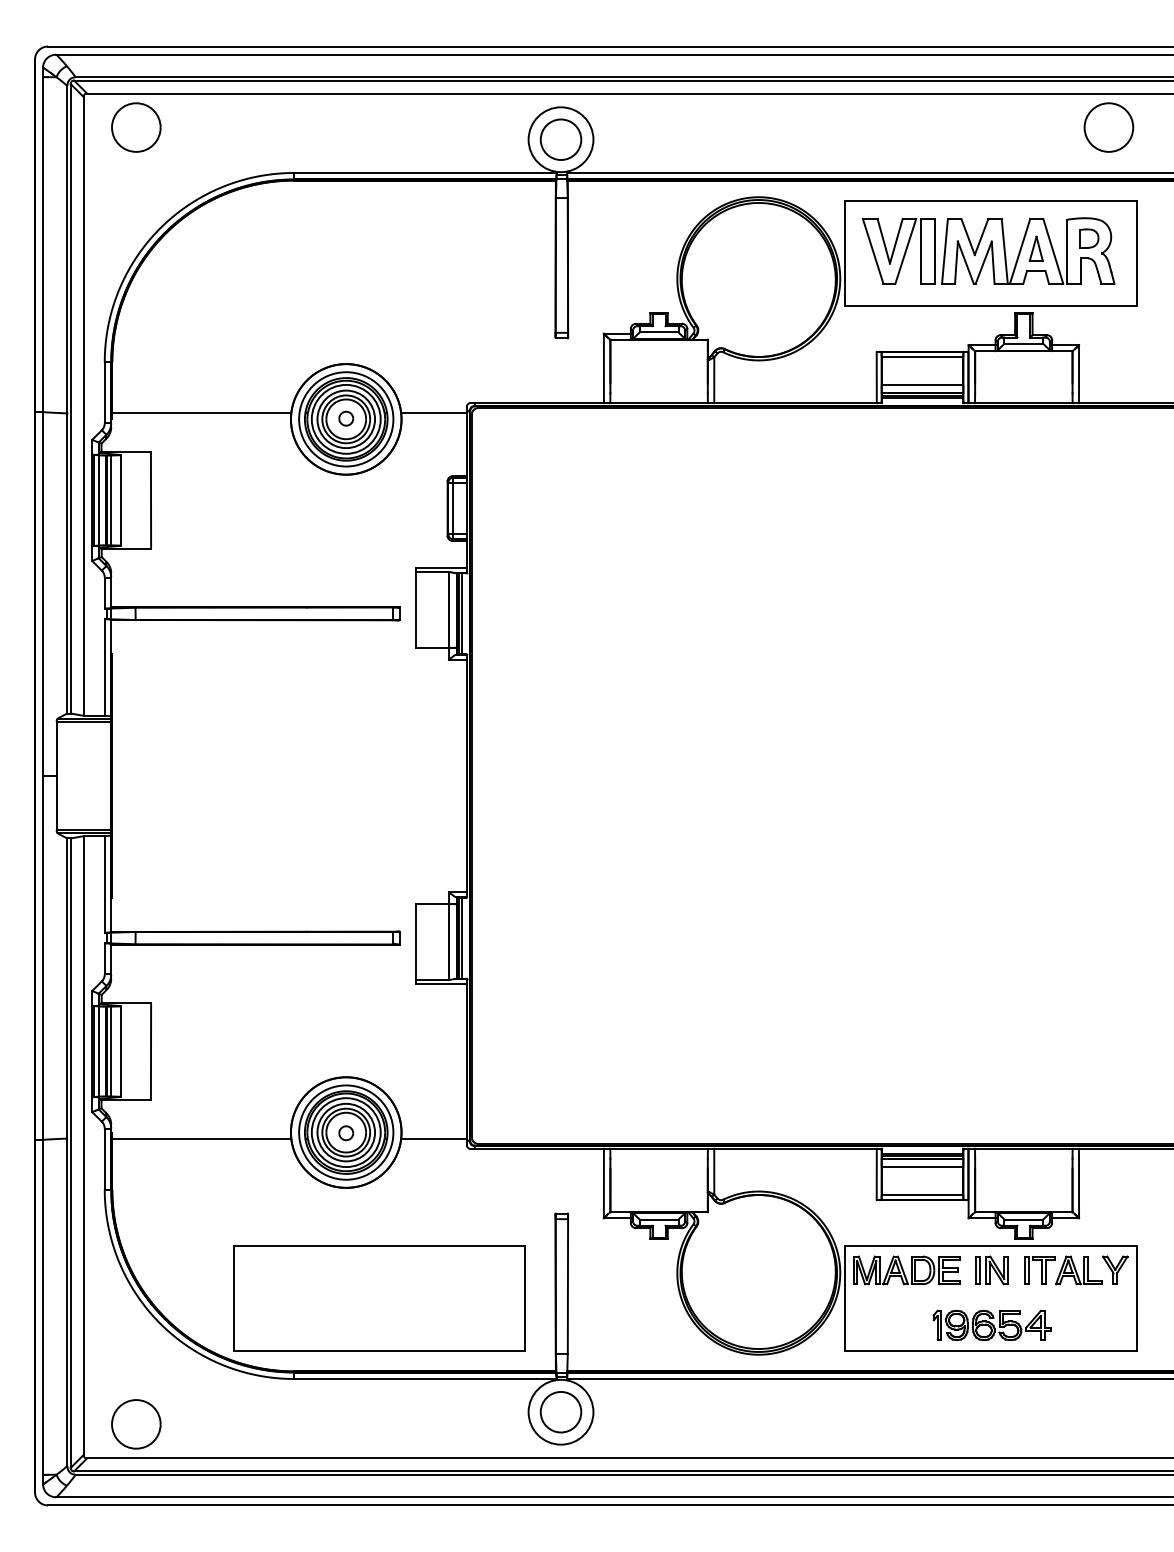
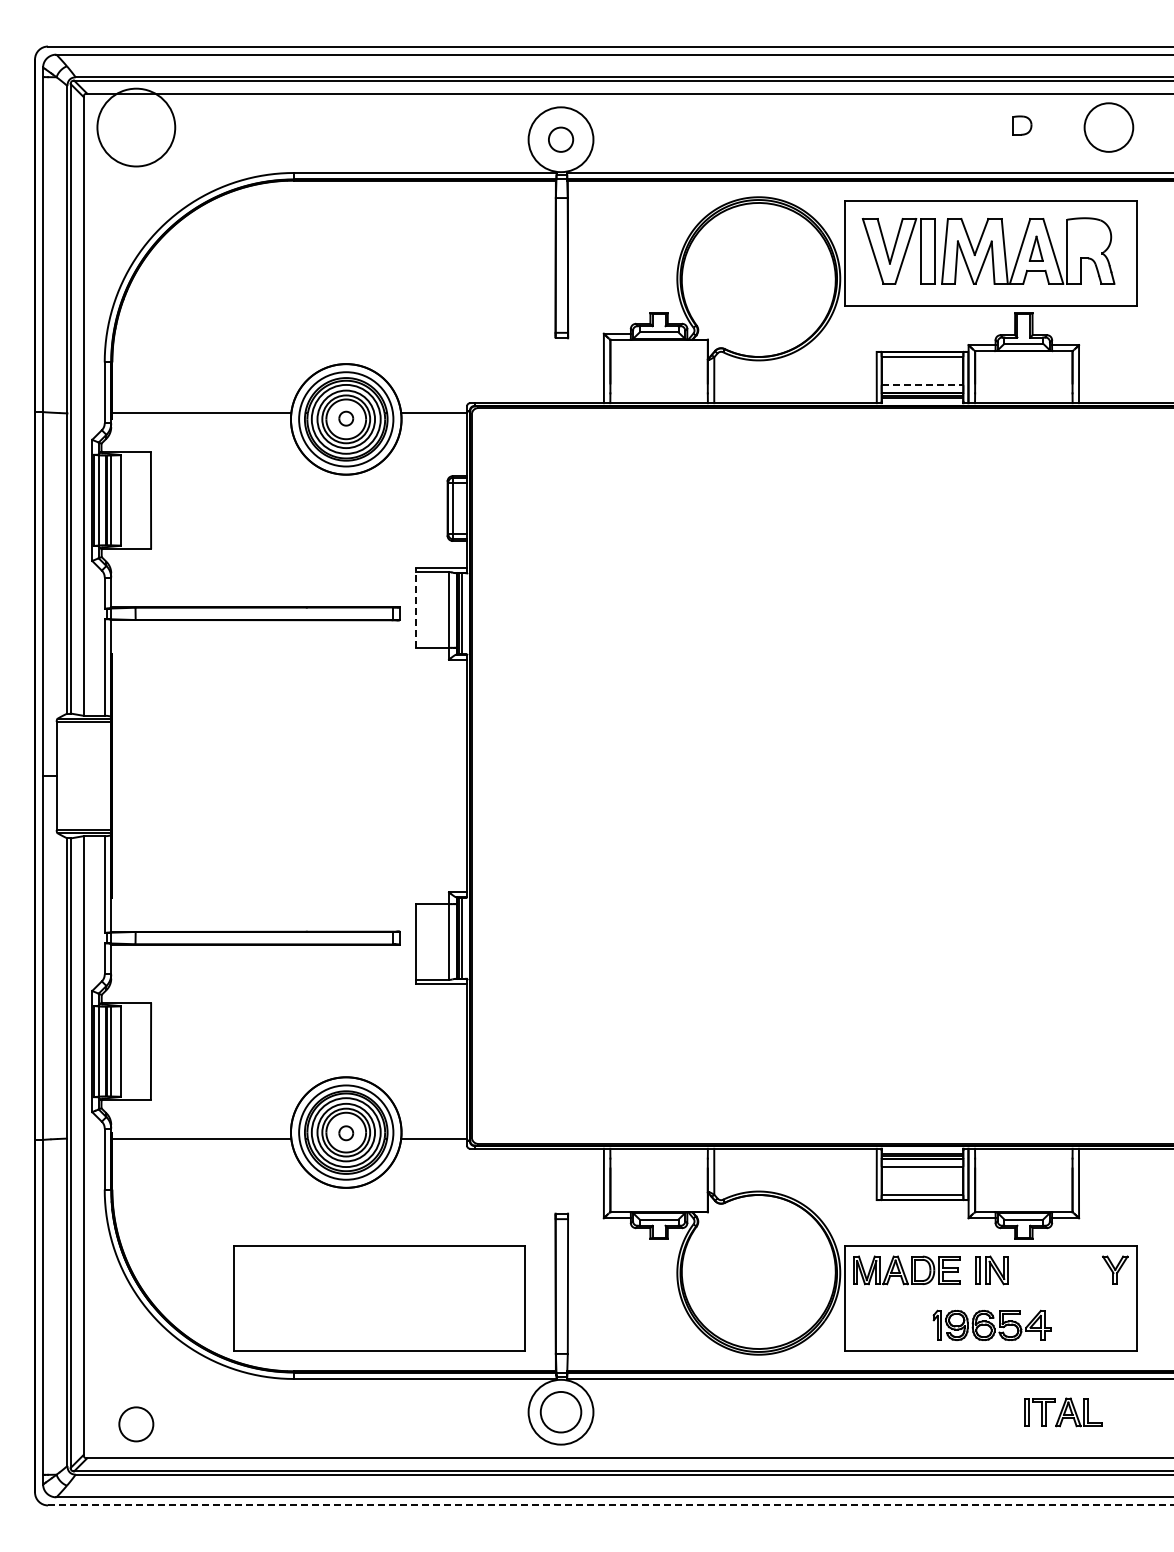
circle at (136, 127) diameter: 49 px -> 78 px
circle at (560, 139) diameter: 41 px -> 24 px
part at (1089, 238) position: (1089, 238) -> (1022, 125)
line at (922, 385): solid -> dashed
line at (415, 608): solid -> dashed
part at (1063, 1270) position: (1063, 1270) -> (1063, 1412)
circle at (136, 1424) diameter: 49 px -> 34 px
line at (610, 1505): solid -> dashed
